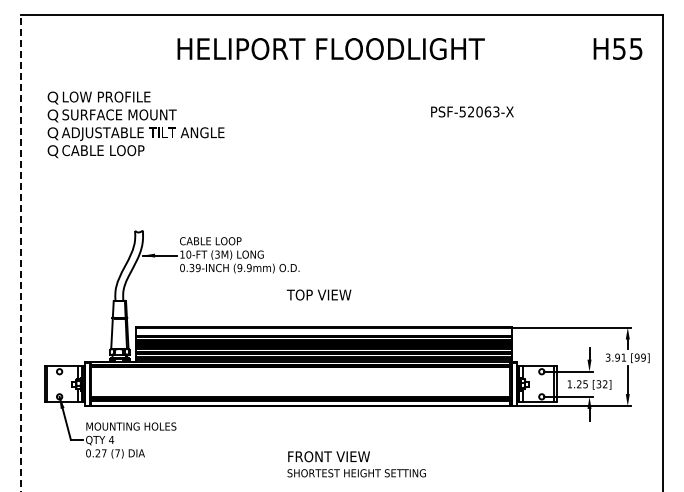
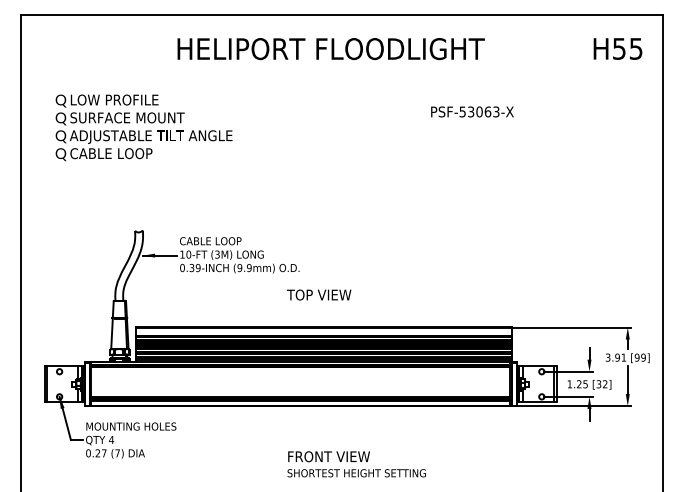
text at (471, 112): PSF-52063-X -> PSF-53063-X
text at (135, 124) position: (135, 124) -> (143, 127)
line at (20, 252): dashed -> solid
